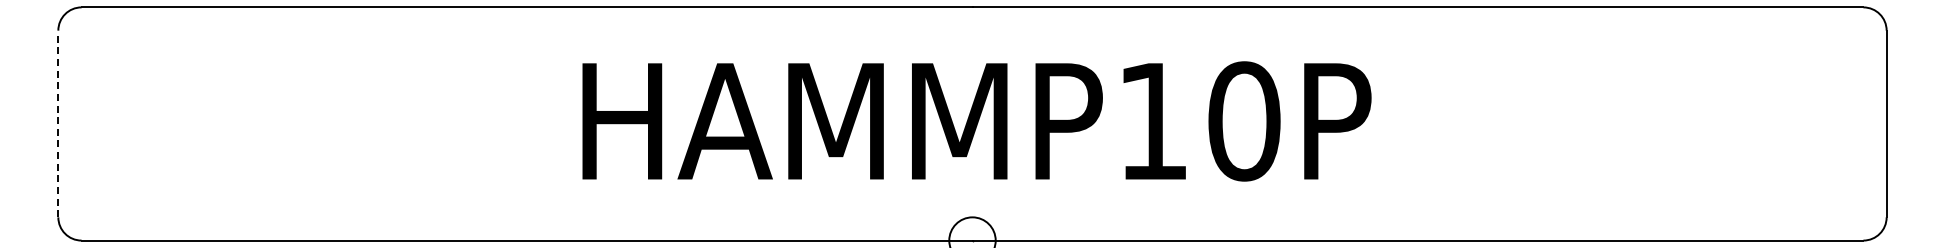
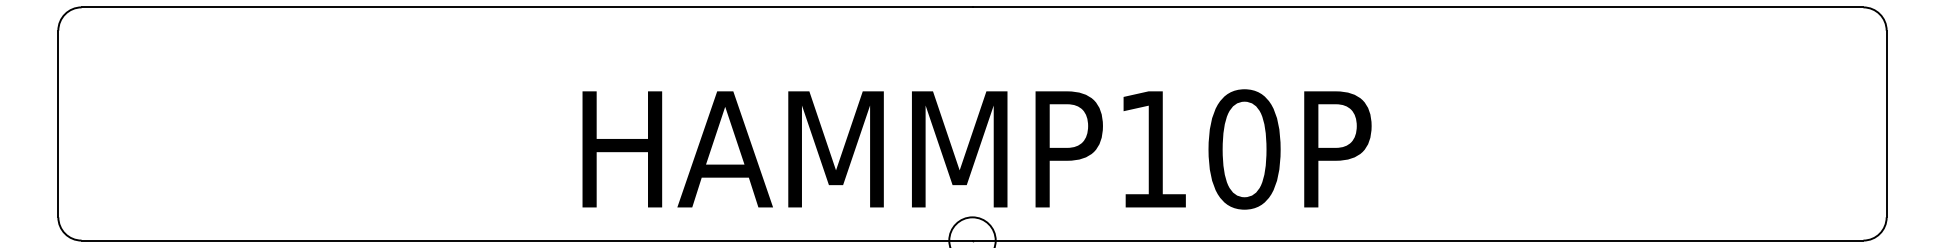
text at (976, 121) position: (976, 121) -> (976, 149)
line at (58, 123): dashed -> solid
